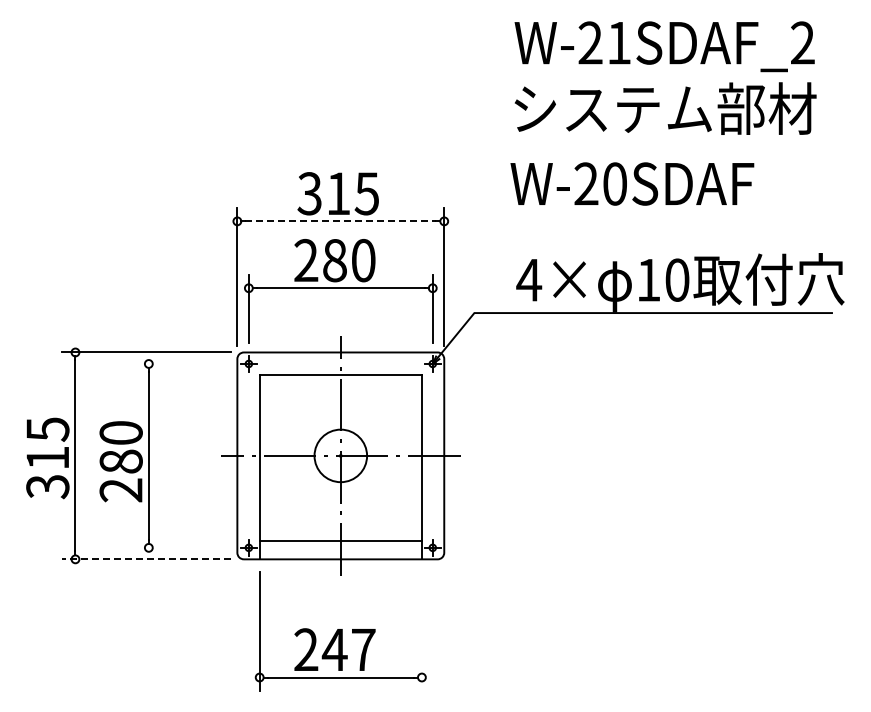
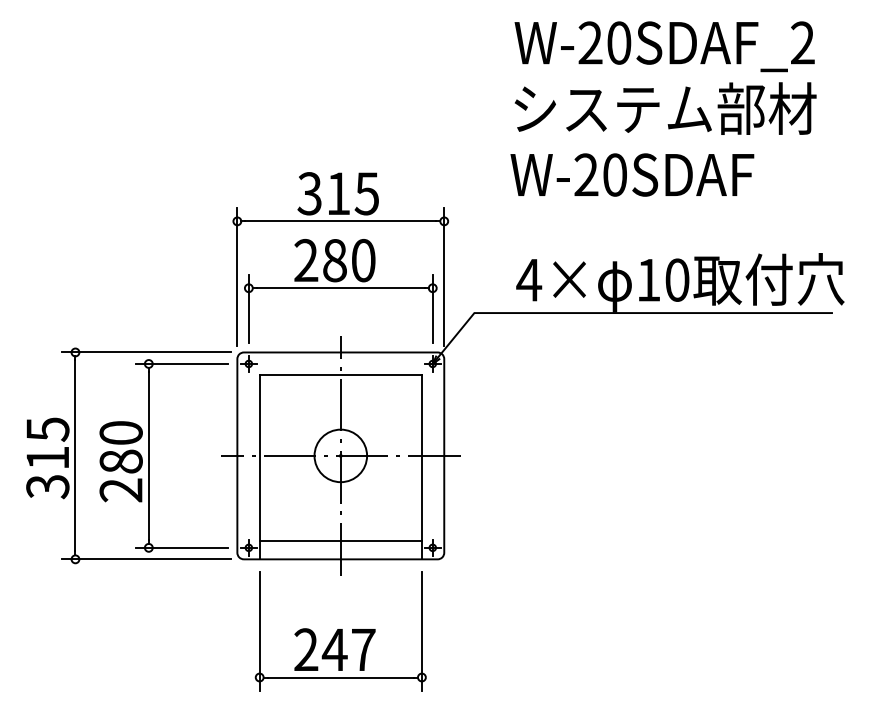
text at (619, 42): W-21SDAF_2 -> W-20SDAF_2
text at (632, 183) position: (632, 183) -> (632, 174)
line at (340, 221): dashed -> solid
line at (181, 363): none -> present
line at (181, 547): none -> present
line at (146, 559): dashed -> solid
line at (421, 631): none -> present
